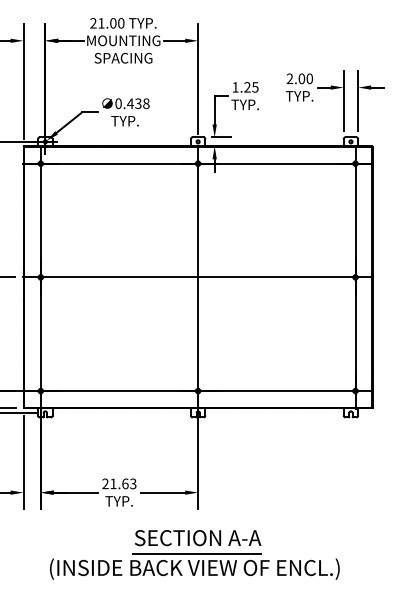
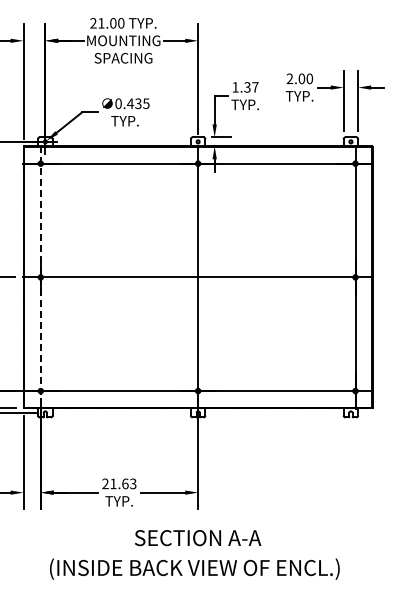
text at (251, 87): 1.25 -> 1.37
text at (146, 103): 0.438 -> 0.435
line at (40, 277): solid -> dashed
line at (196, 554): present -> none
